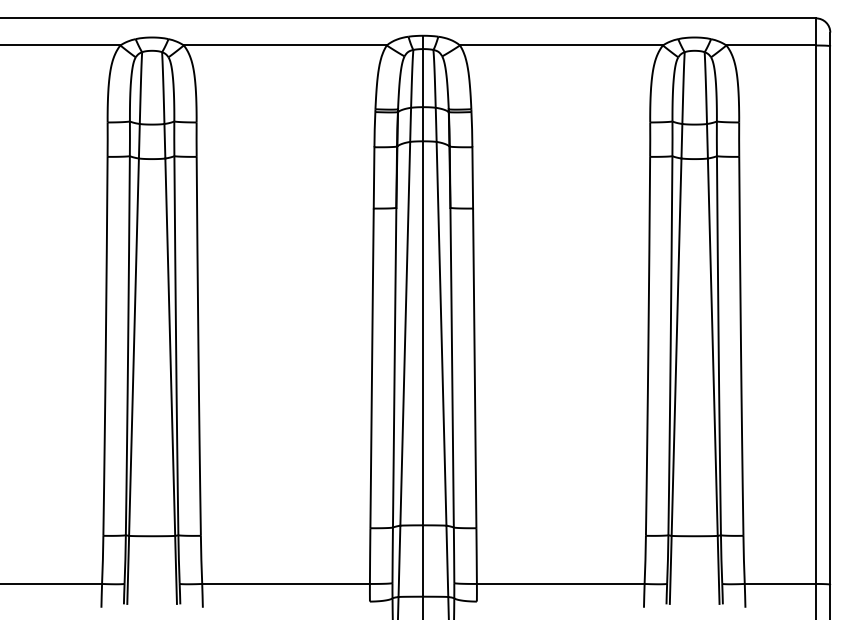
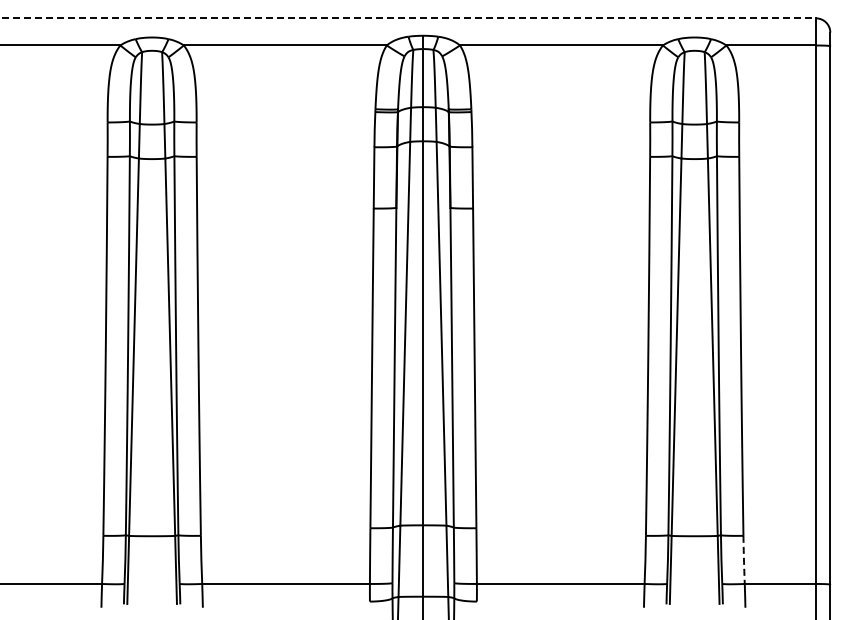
line at (408, 18): solid -> dashed
arc at (743, 559): solid -> dashed
